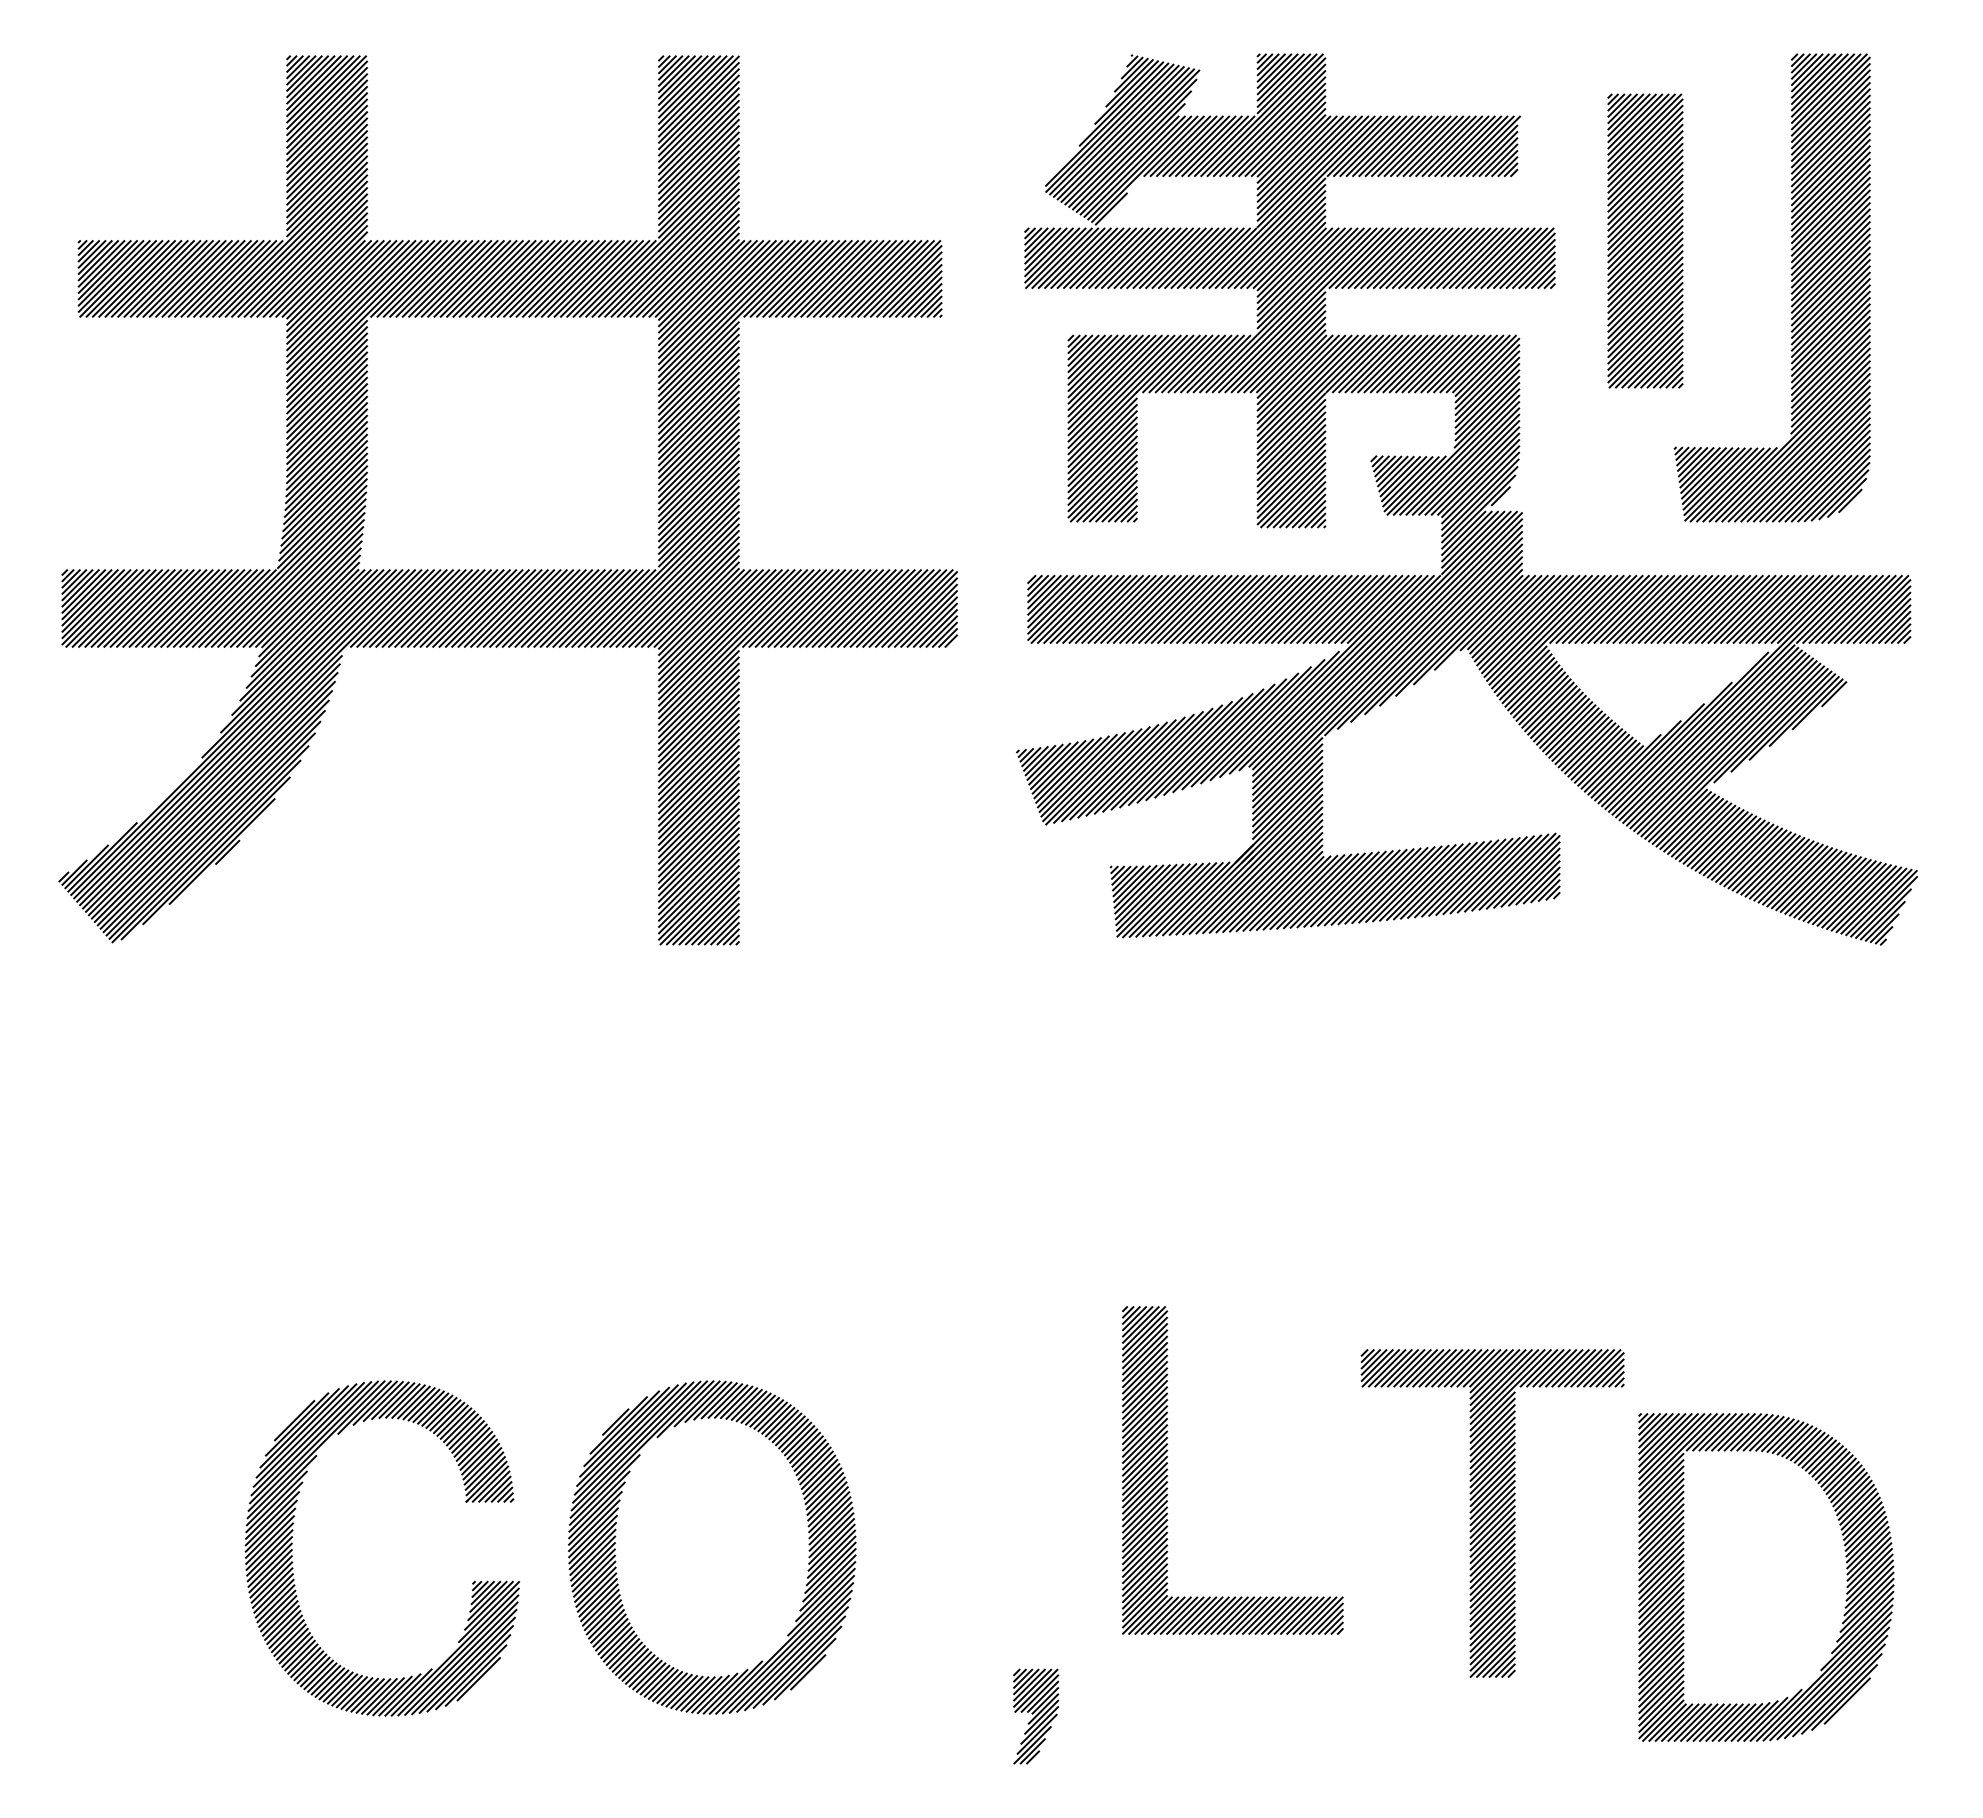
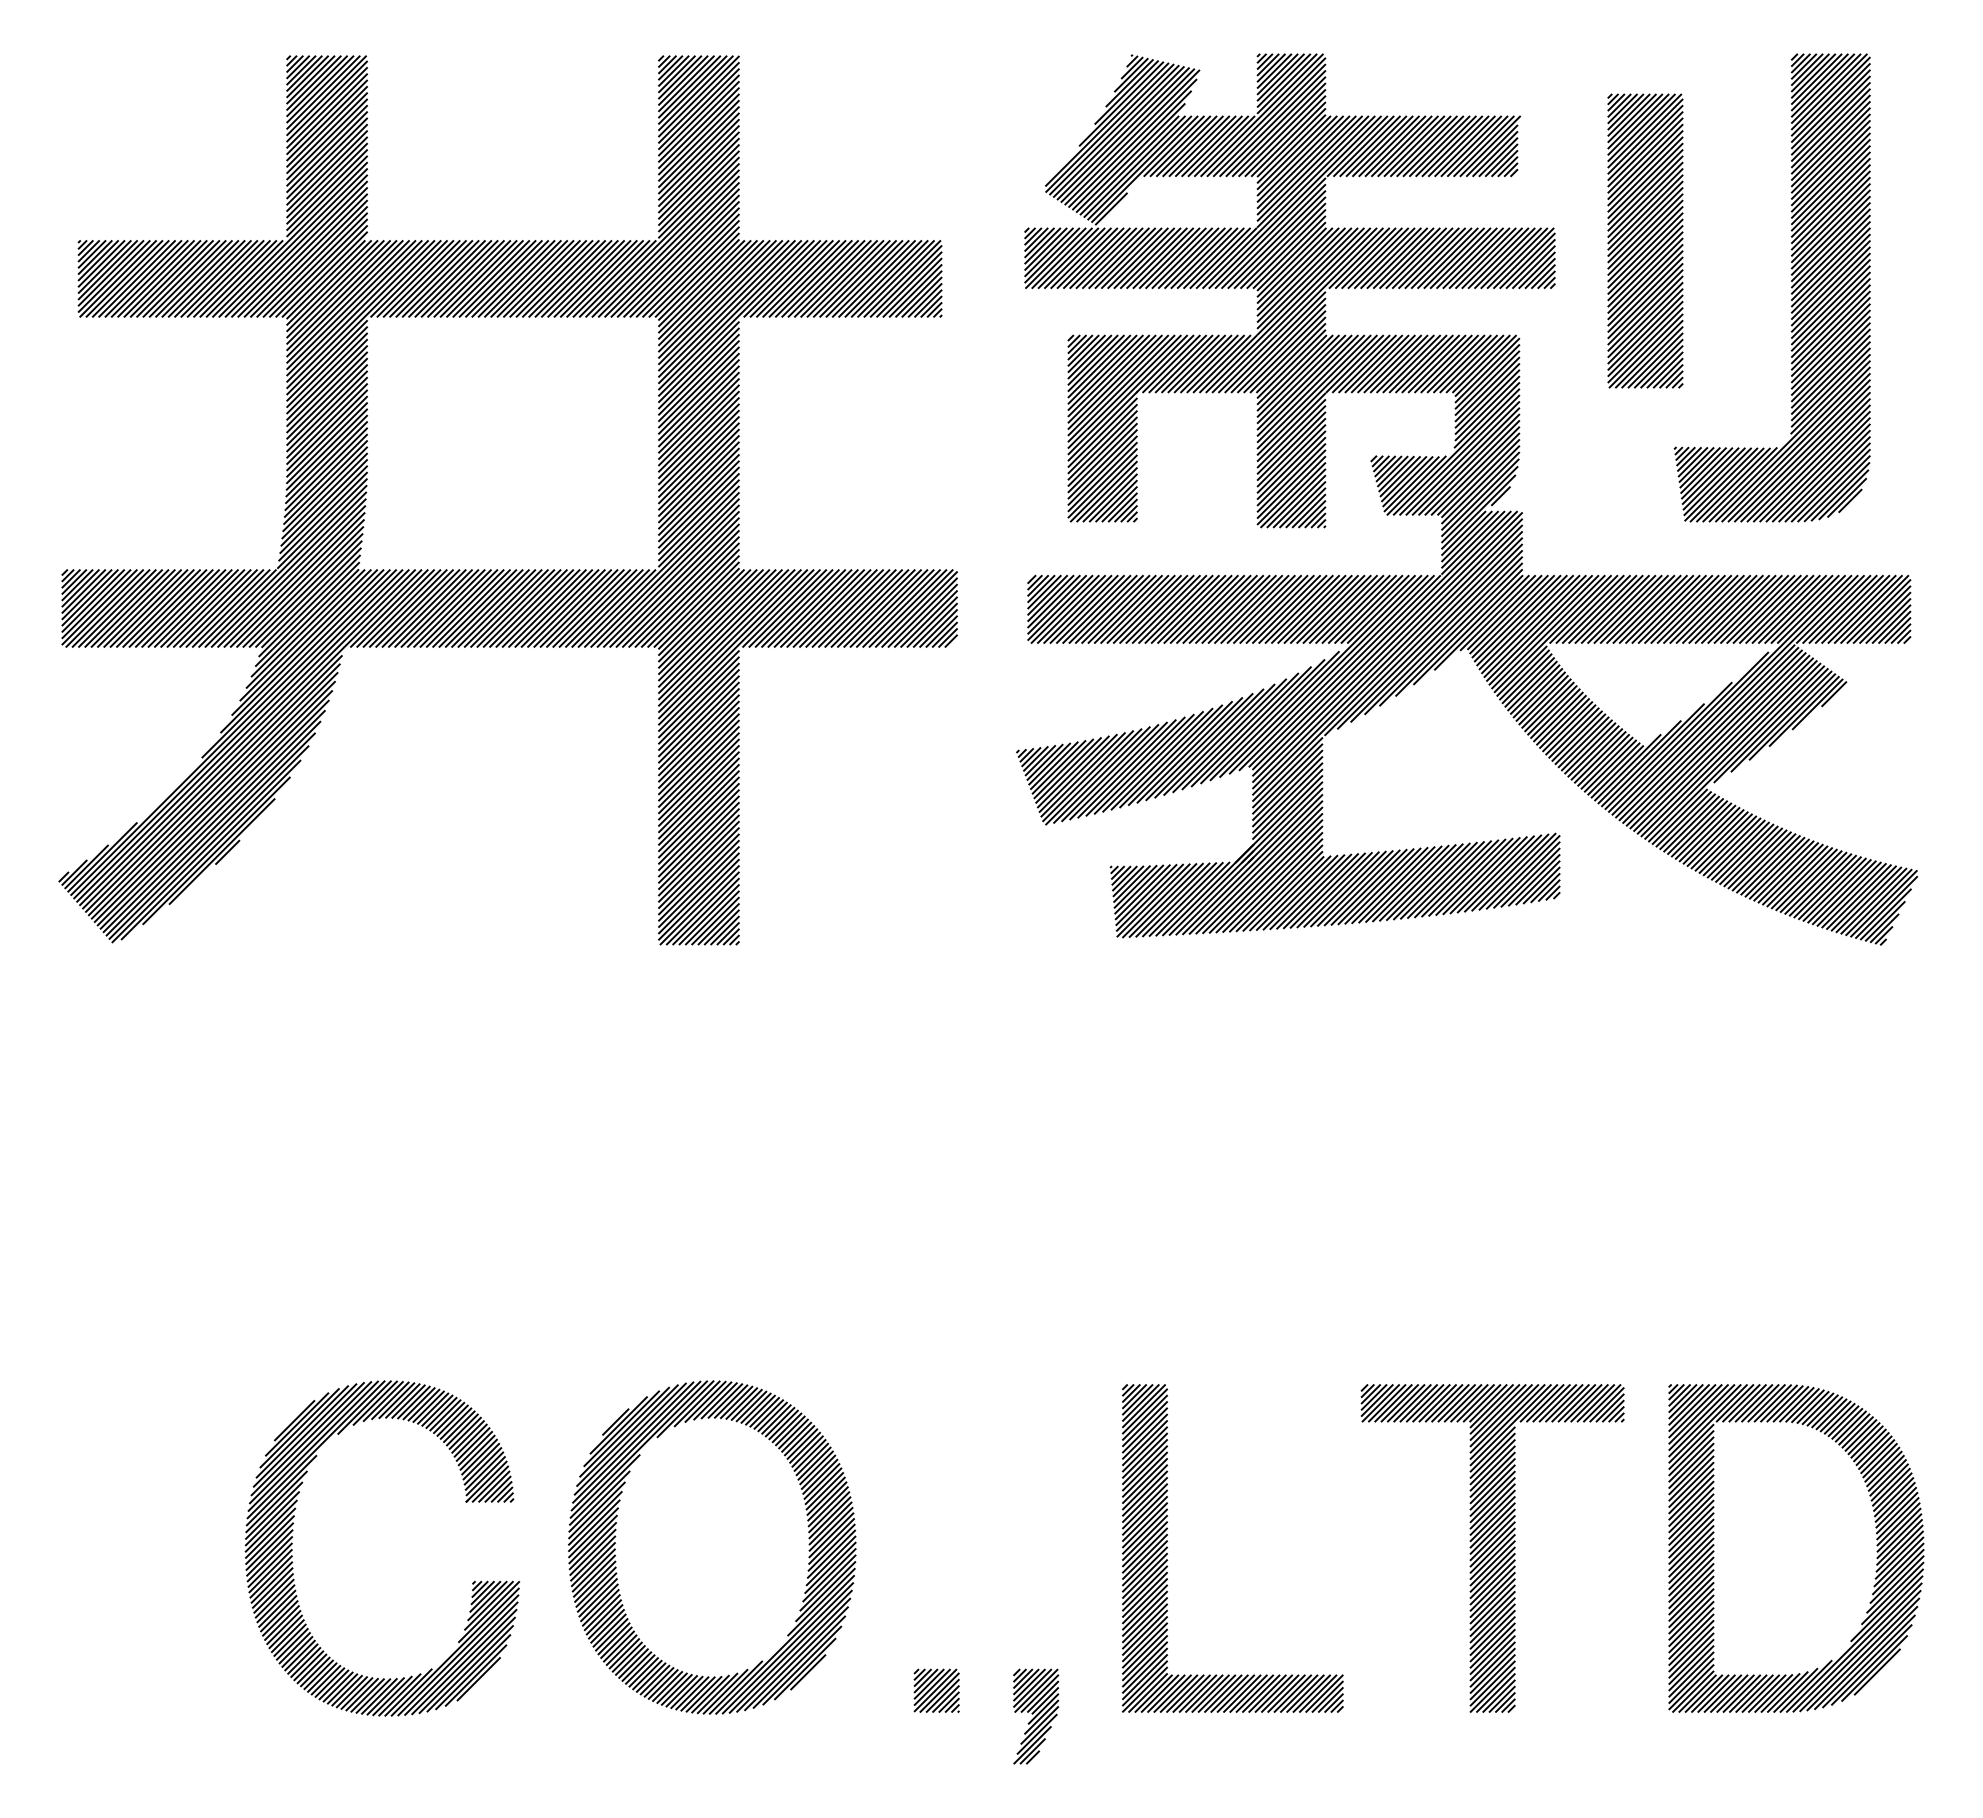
part at (1168, 1469) position: (1168, 1469) -> (1168, 1547)
part at (1492, 1513) position: (1492, 1513) -> (1492, 1548)
part at (1846, 1574) position: (1846, 1574) -> (1876, 1545)
part at (936, 1690): none -> present
